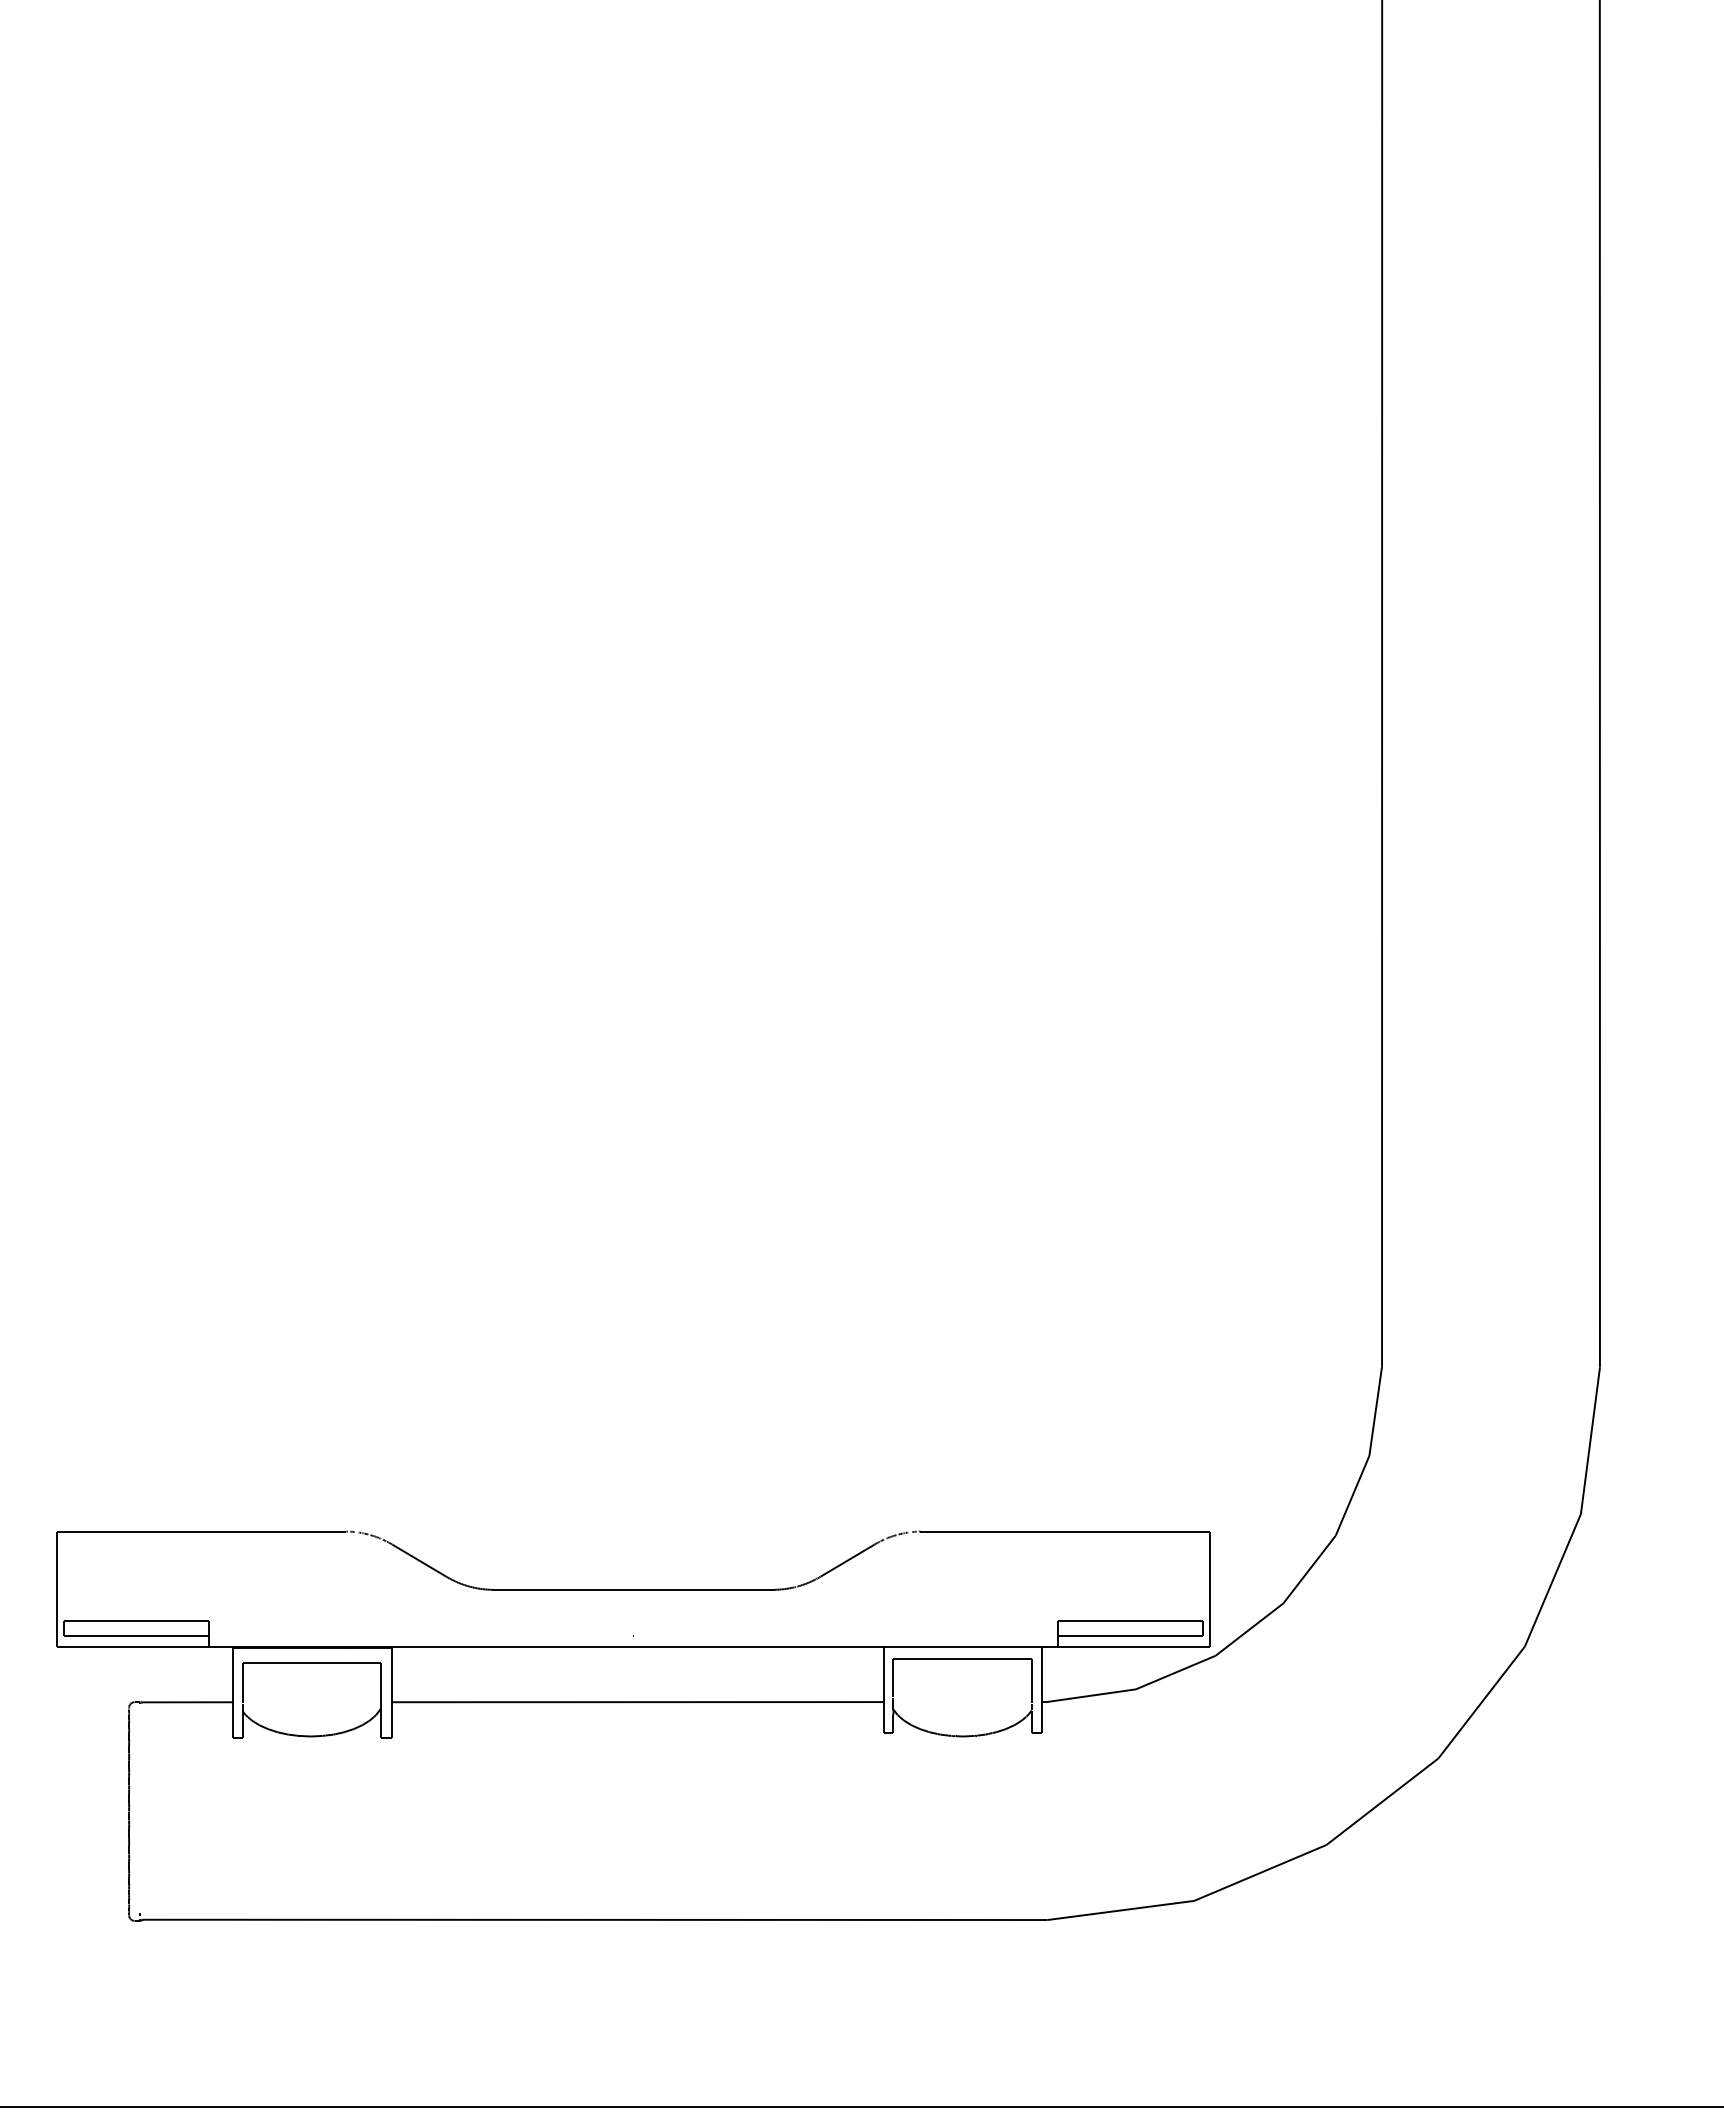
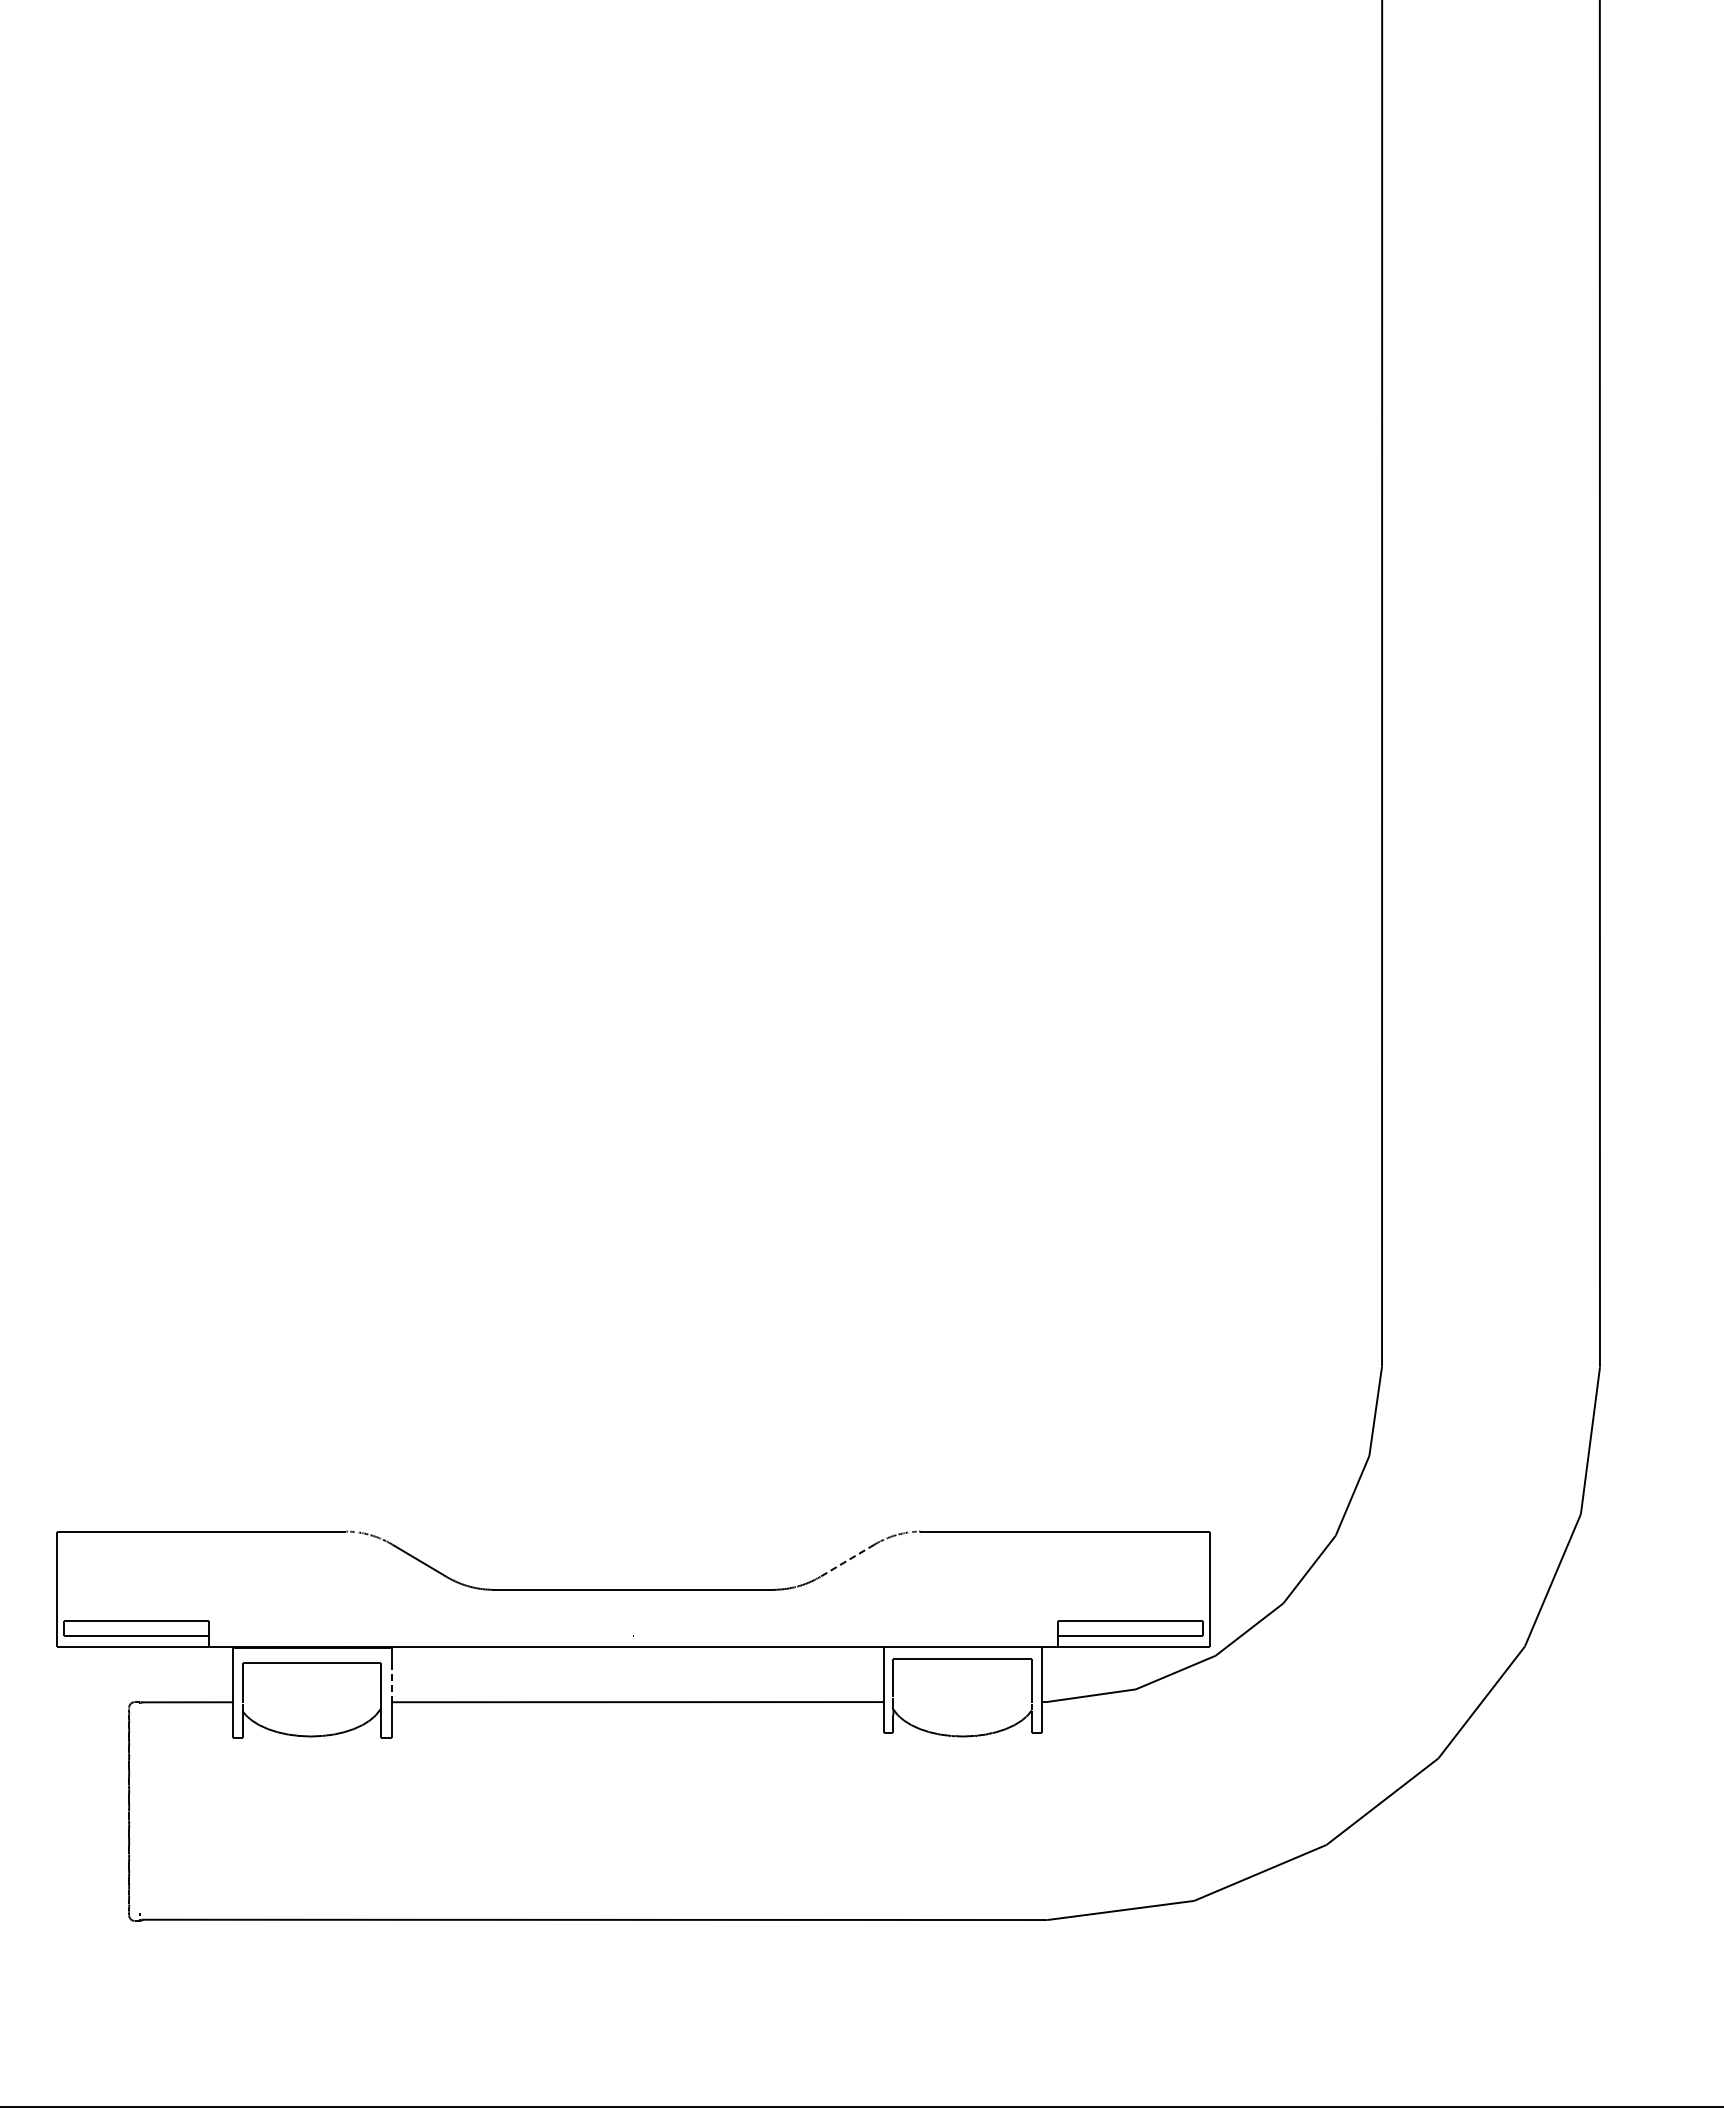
line at (847, 1560): solid -> dashed
line at (391, 1683): solid -> dashed
